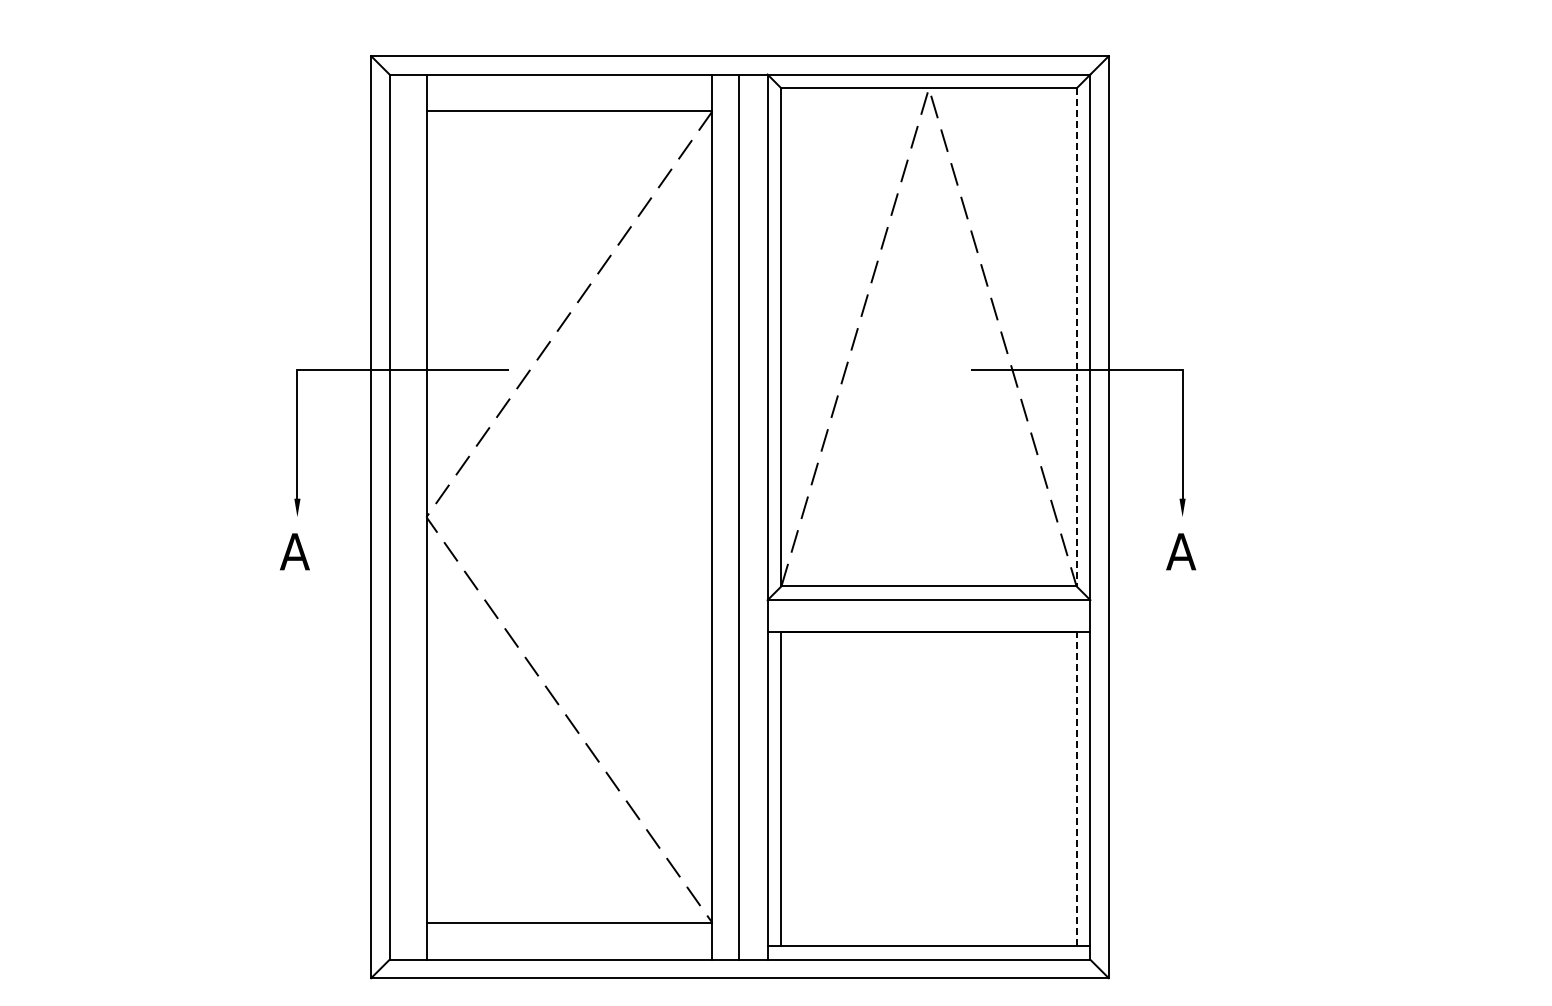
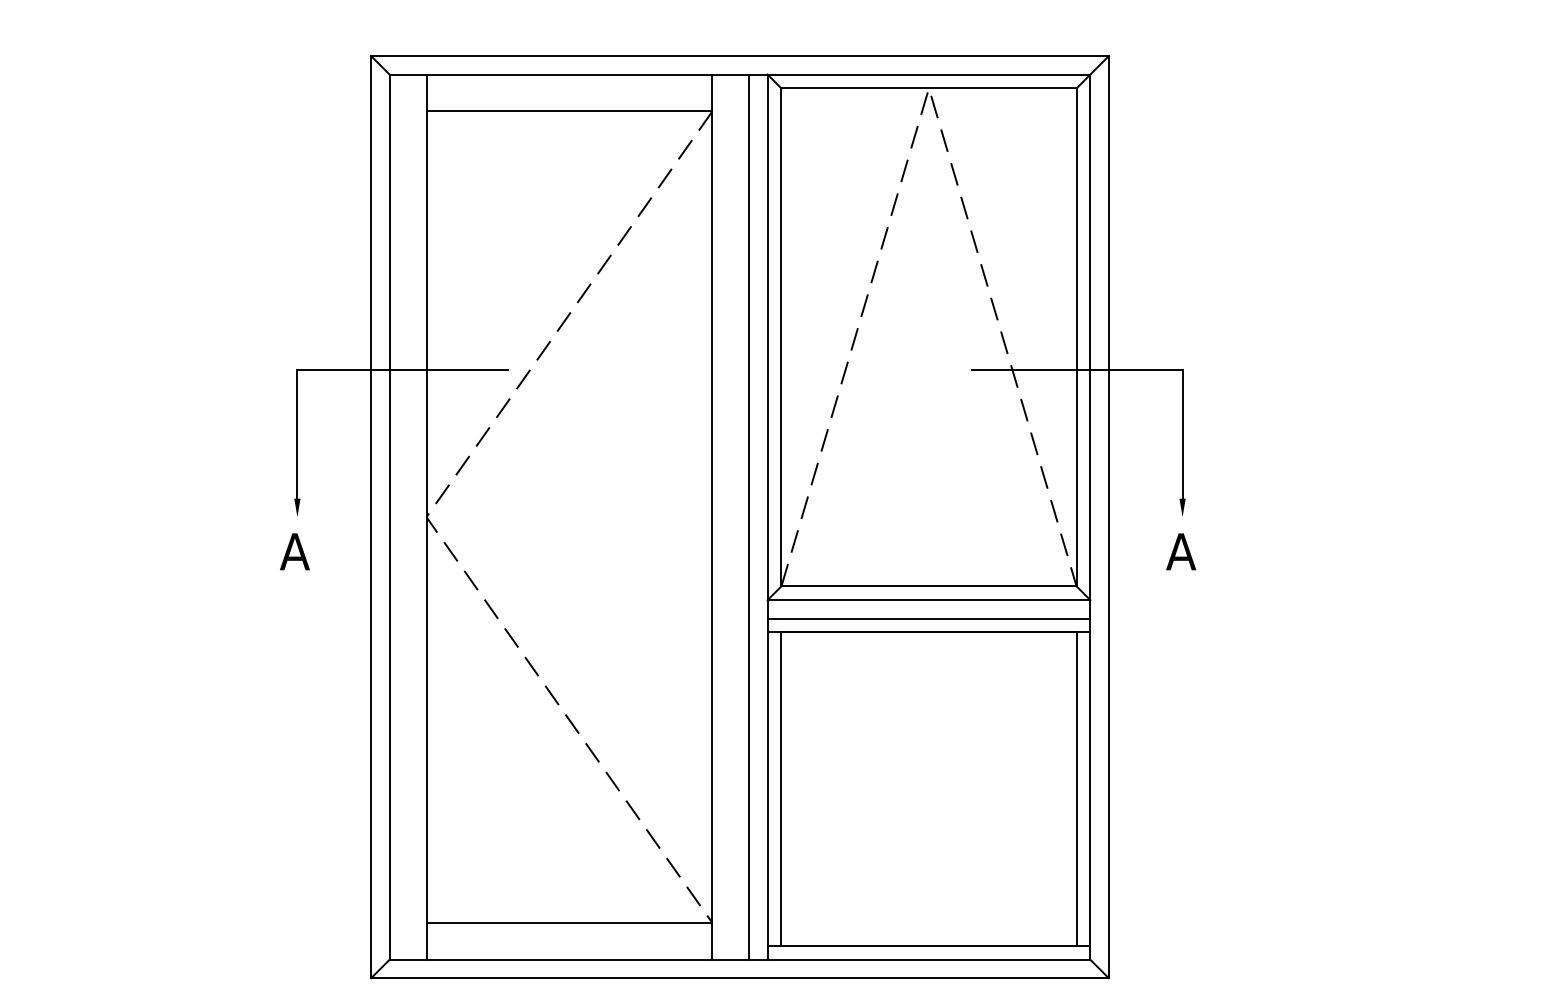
line at (1076, 337): dashed -> solid
line at (739, 516) position: (739, 516) -> (749, 516)
line at (928, 618): none -> present
line at (1076, 789): dashed -> solid
